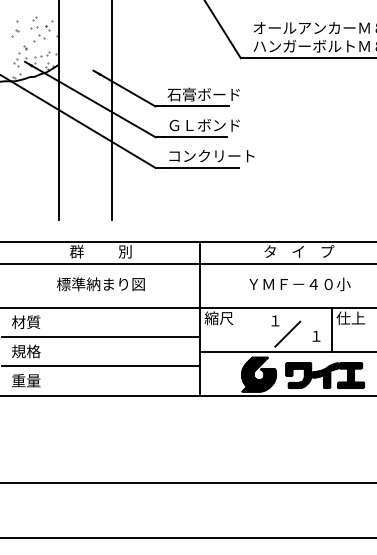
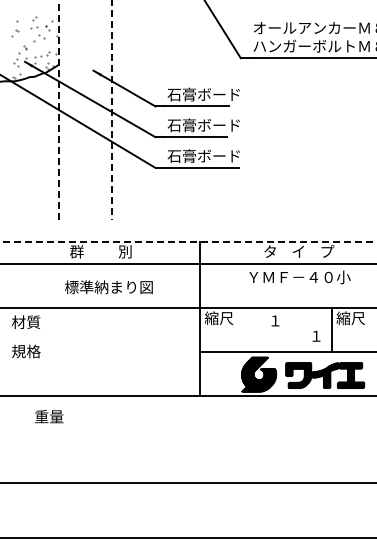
line at (58, 110): solid -> dashed
line at (111, 110): solid -> dashed
text at (196, 125): ＧＬボンド -> 石膏ボード
text at (210, 155): コンクリート -> 石膏ボード
line at (188, 242): solid -> dashed
text at (100, 284) position: (100, 284) -> (108, 287)
text at (299, 284) position: (299, 284) -> (299, 277)
text at (350, 318): 仕上 -> 縮尺
line at (287, 333): present -> none
line at (100, 337): present -> none
line at (100, 366): present -> none
text at (26, 380) position: (26, 380) -> (49, 416)
